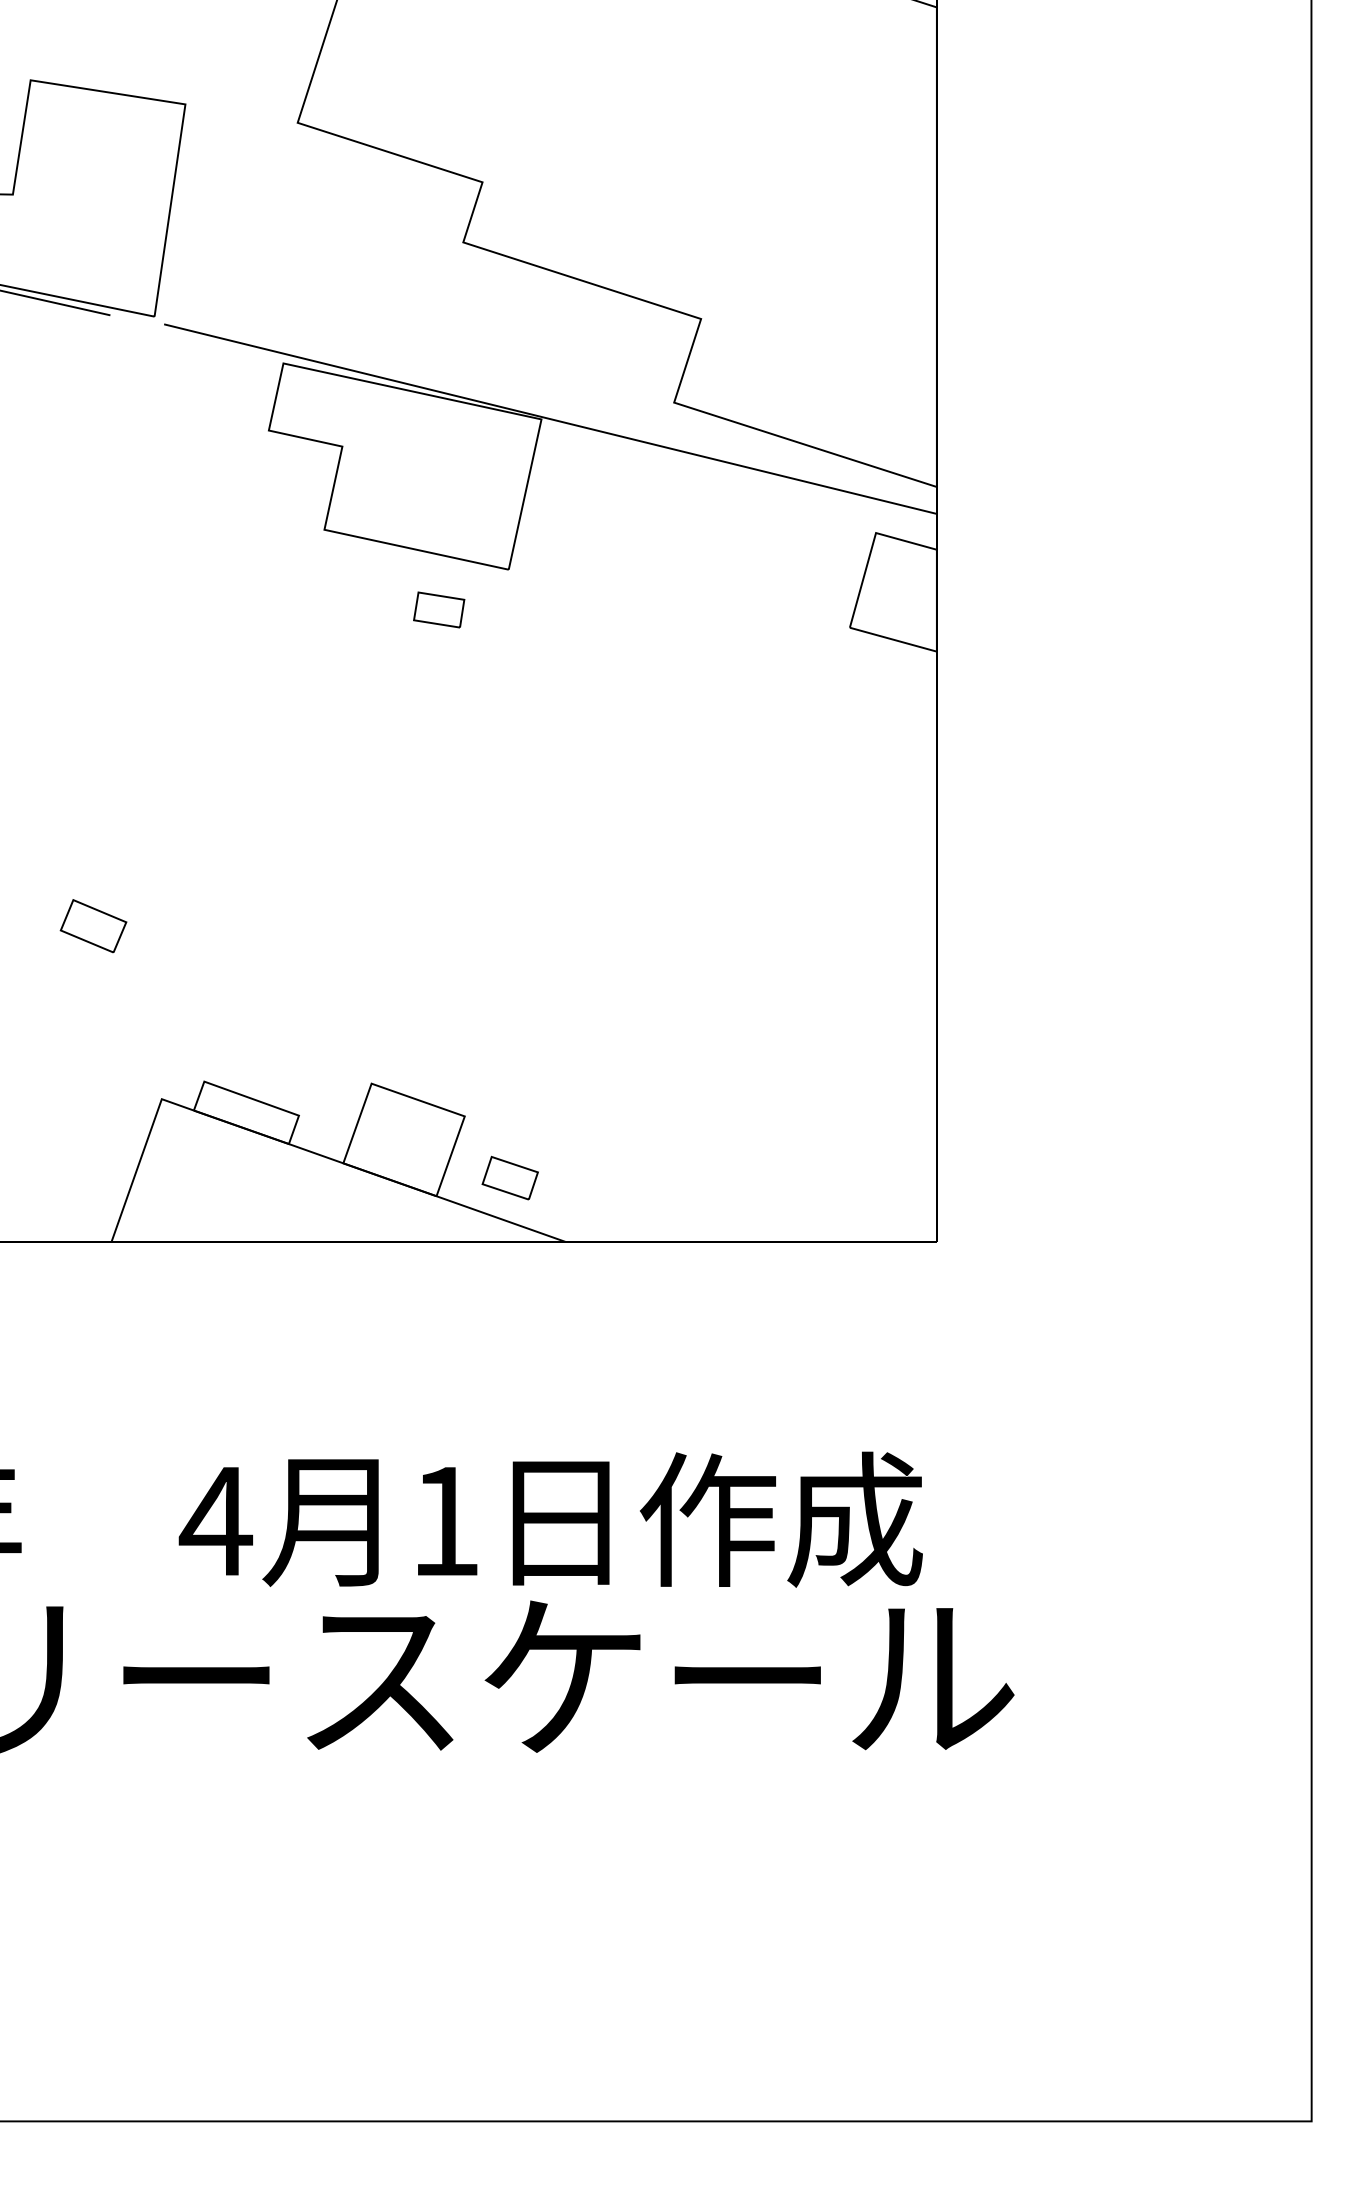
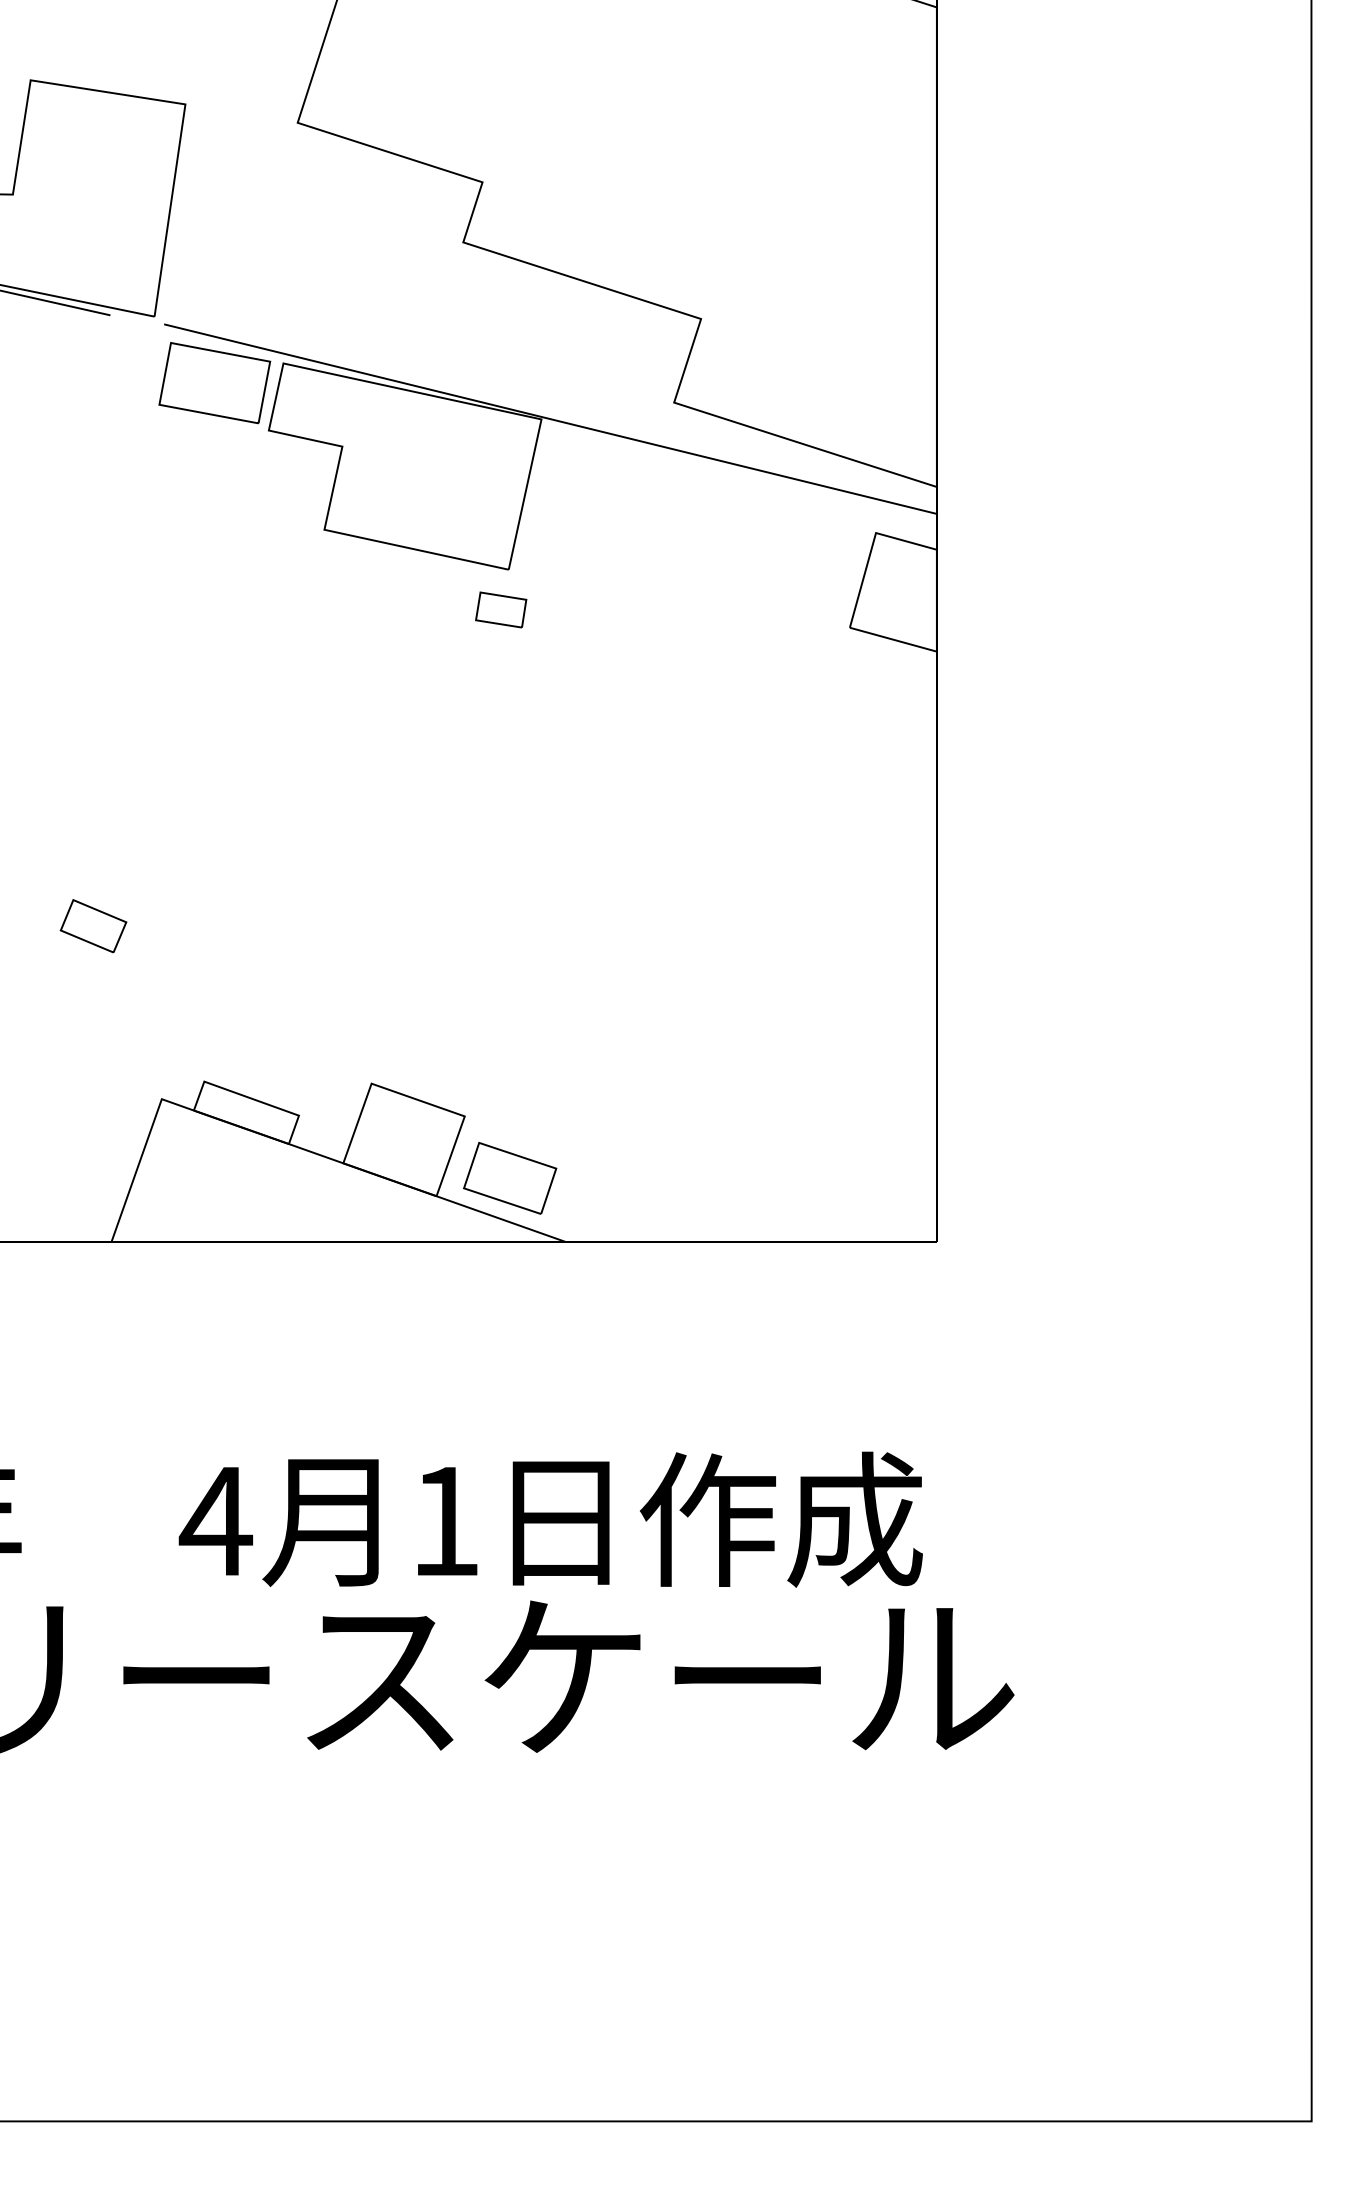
part at (214, 383): none -> present
part at (439, 609) position: (439, 609) -> (501, 609)
part at (509, 1177) size: 58x46 px -> 95x74 px
